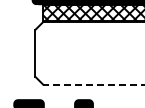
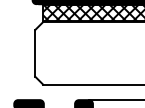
line at (93, 84): dashed -> solid
line at (115, 100): none -> present
